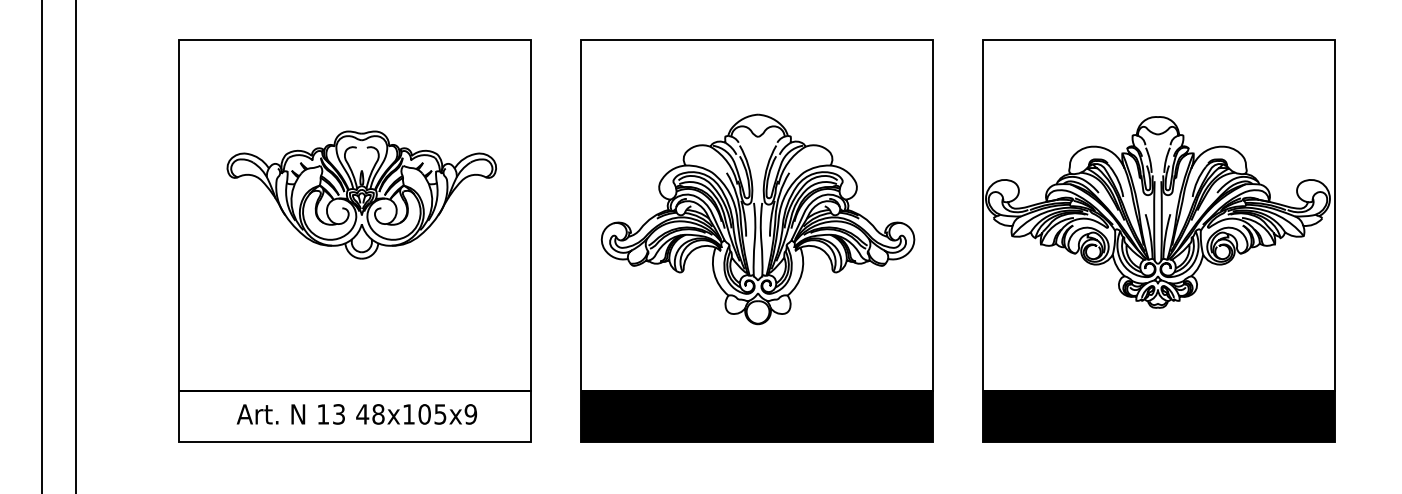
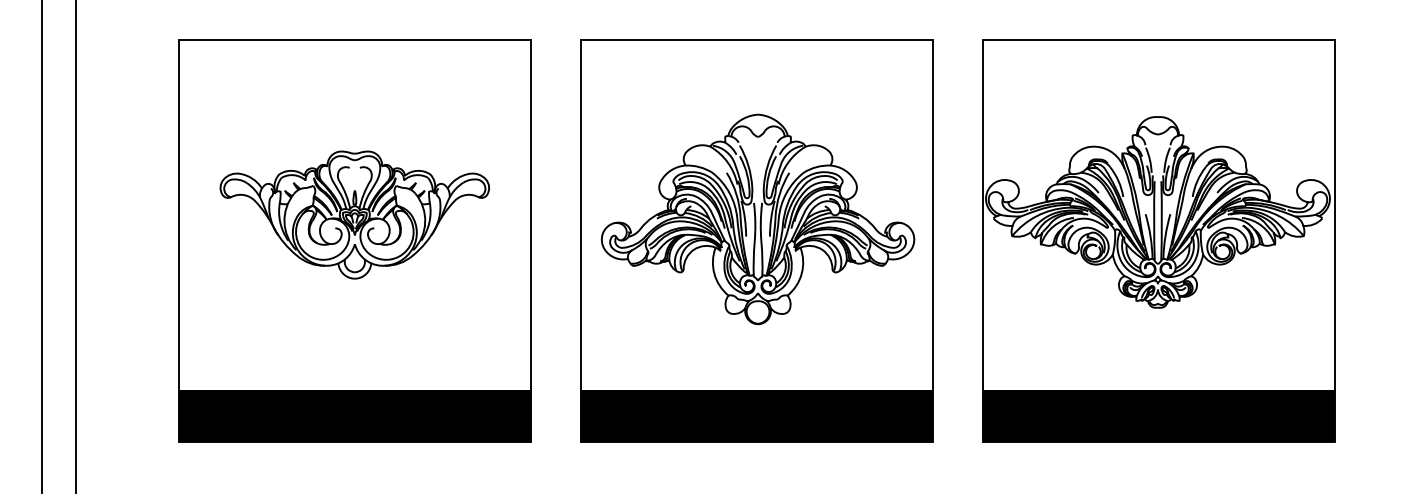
part at (361, 194) position: (361, 194) -> (354, 214)
fill at (354, 416): none -> present
